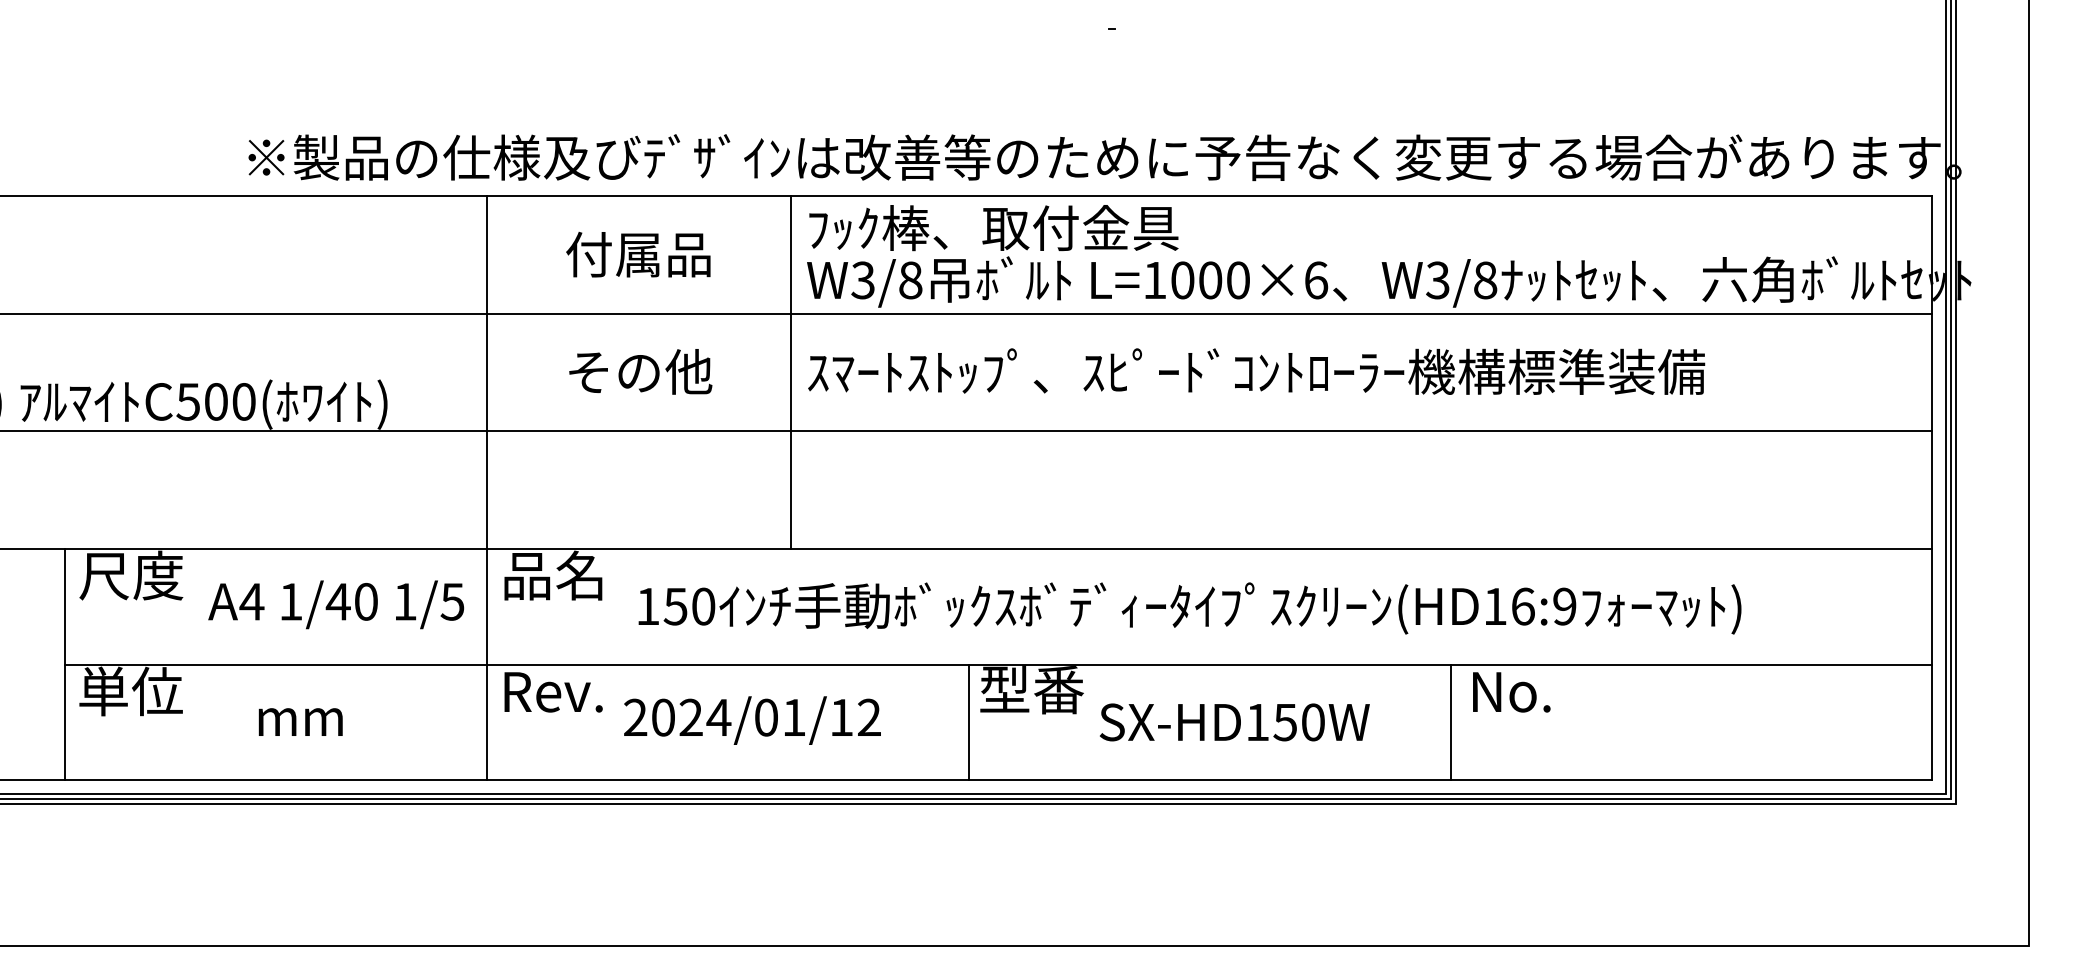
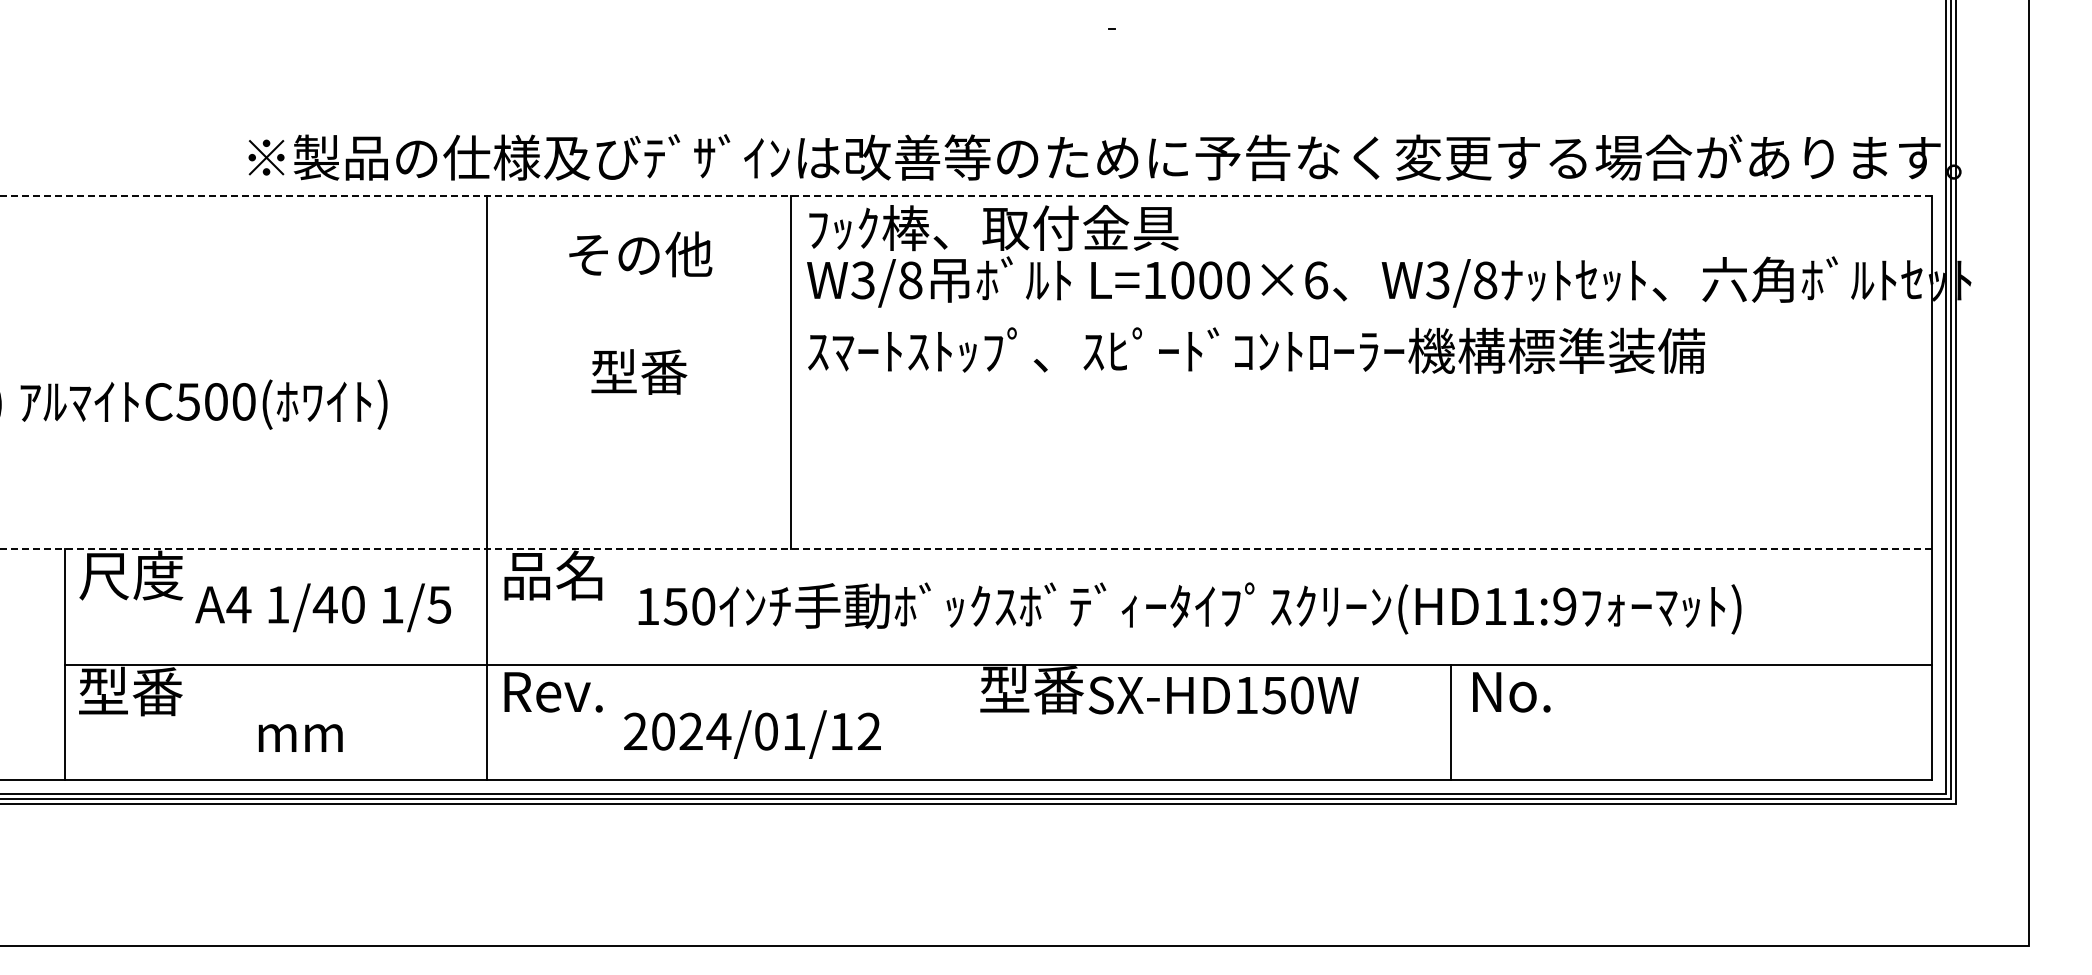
line at (966, 196): solid -> dashed
text at (639, 254): 付属品 -> その他
line at (967, 313): present -> none
text at (640, 371): その他 -> 型番
text at (1256, 371) position: (1256, 371) -> (1256, 350)
line at (967, 431): present -> none
line at (966, 548): solid -> dashed
text at (336, 604) position: (336, 604) -> (323, 607)
text at (1523, 606): (HD16:9 -> (HD11:9
text at (130, 691): 単位 -> 型番
text at (752, 720) position: (752, 720) -> (752, 734)
text at (300, 721) position: (300, 721) -> (300, 737)
line at (969, 722): present -> none
text at (1234, 722) position: (1234, 722) -> (1223, 695)
